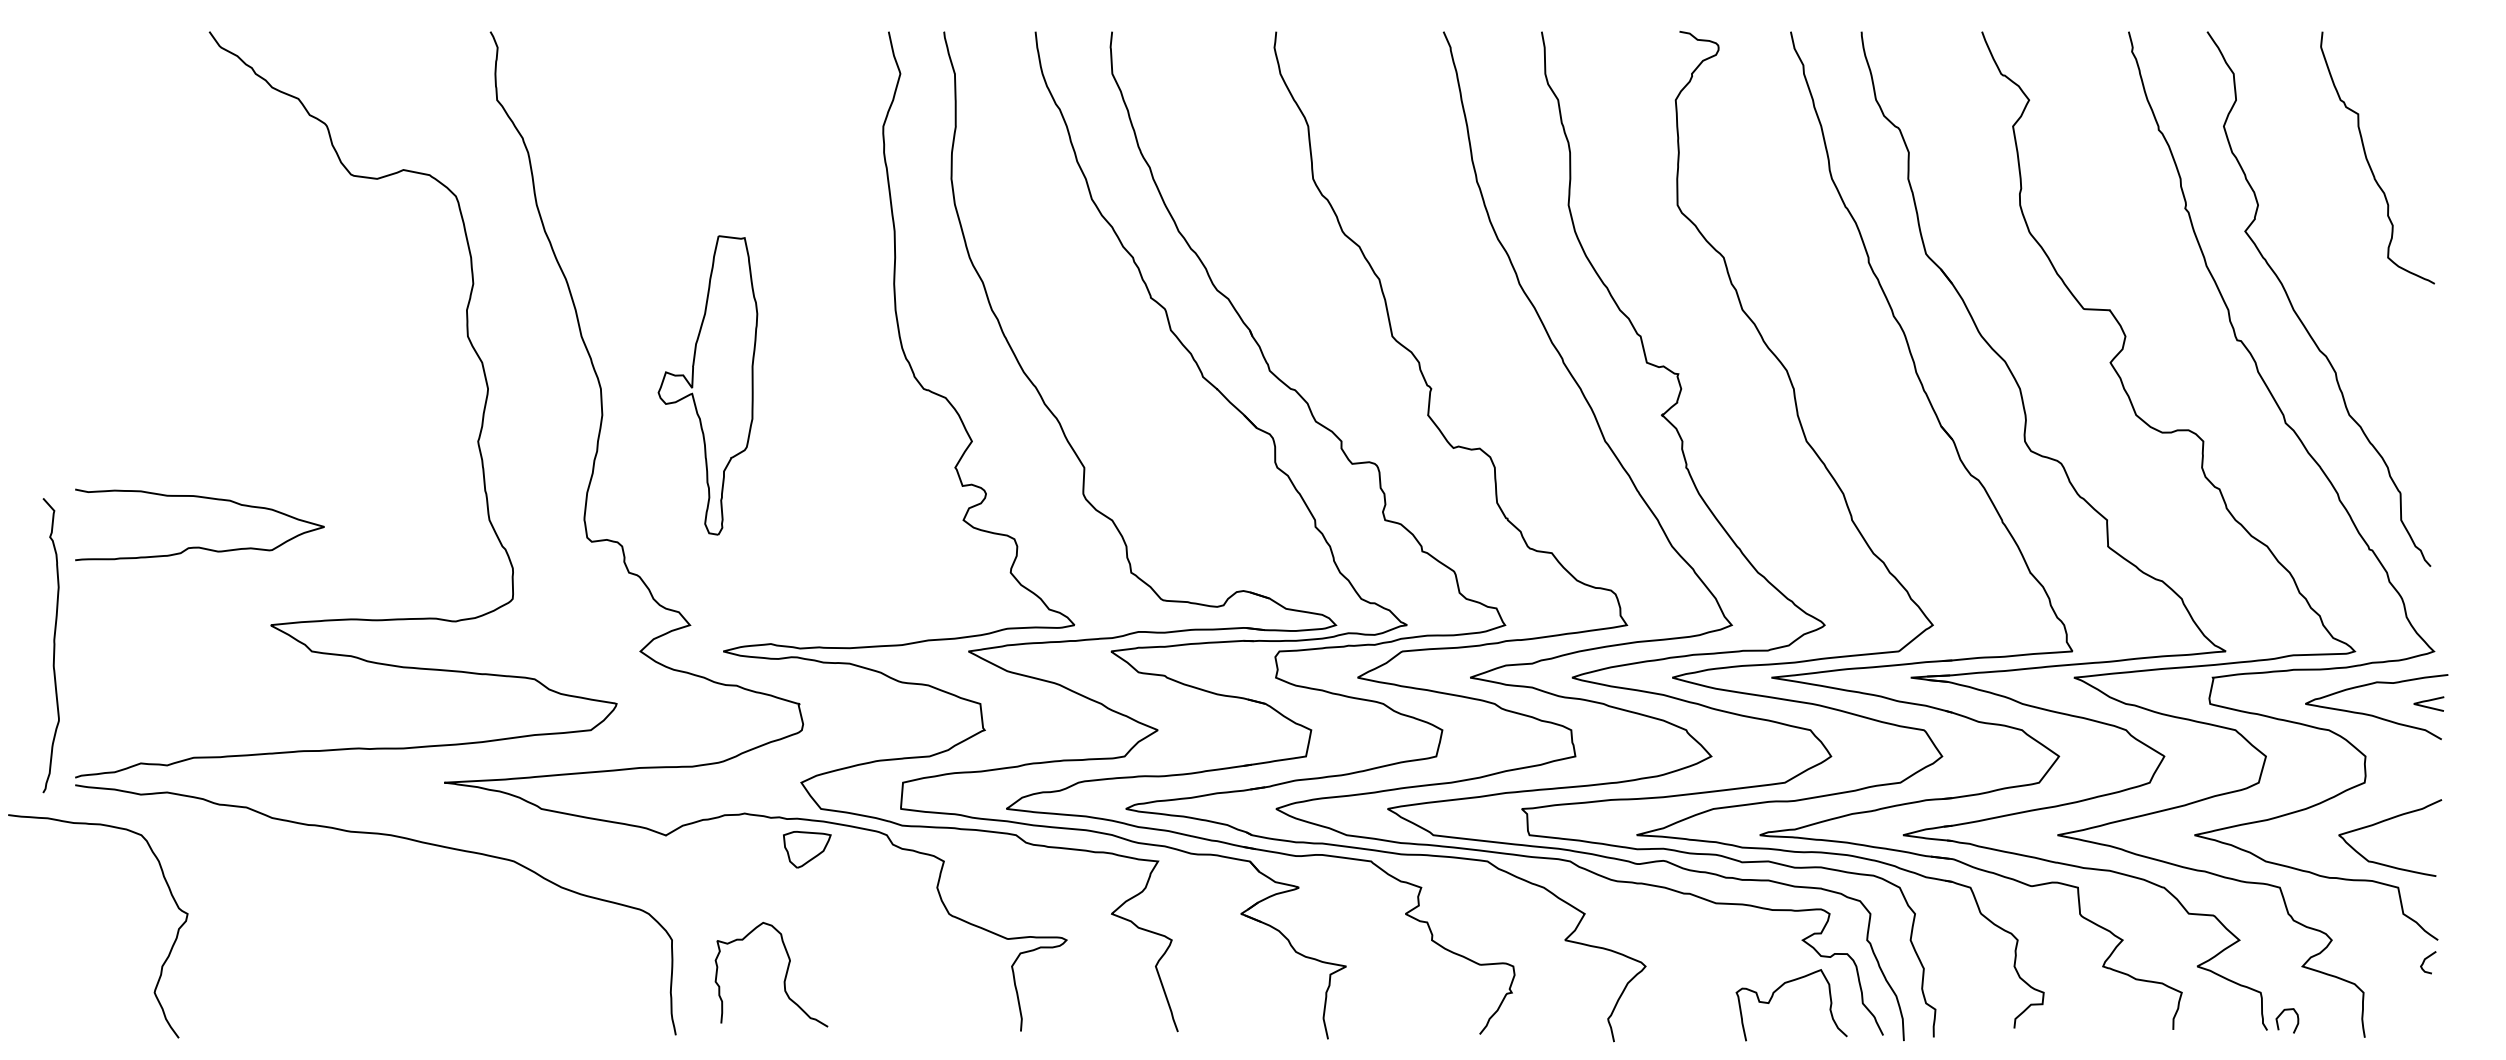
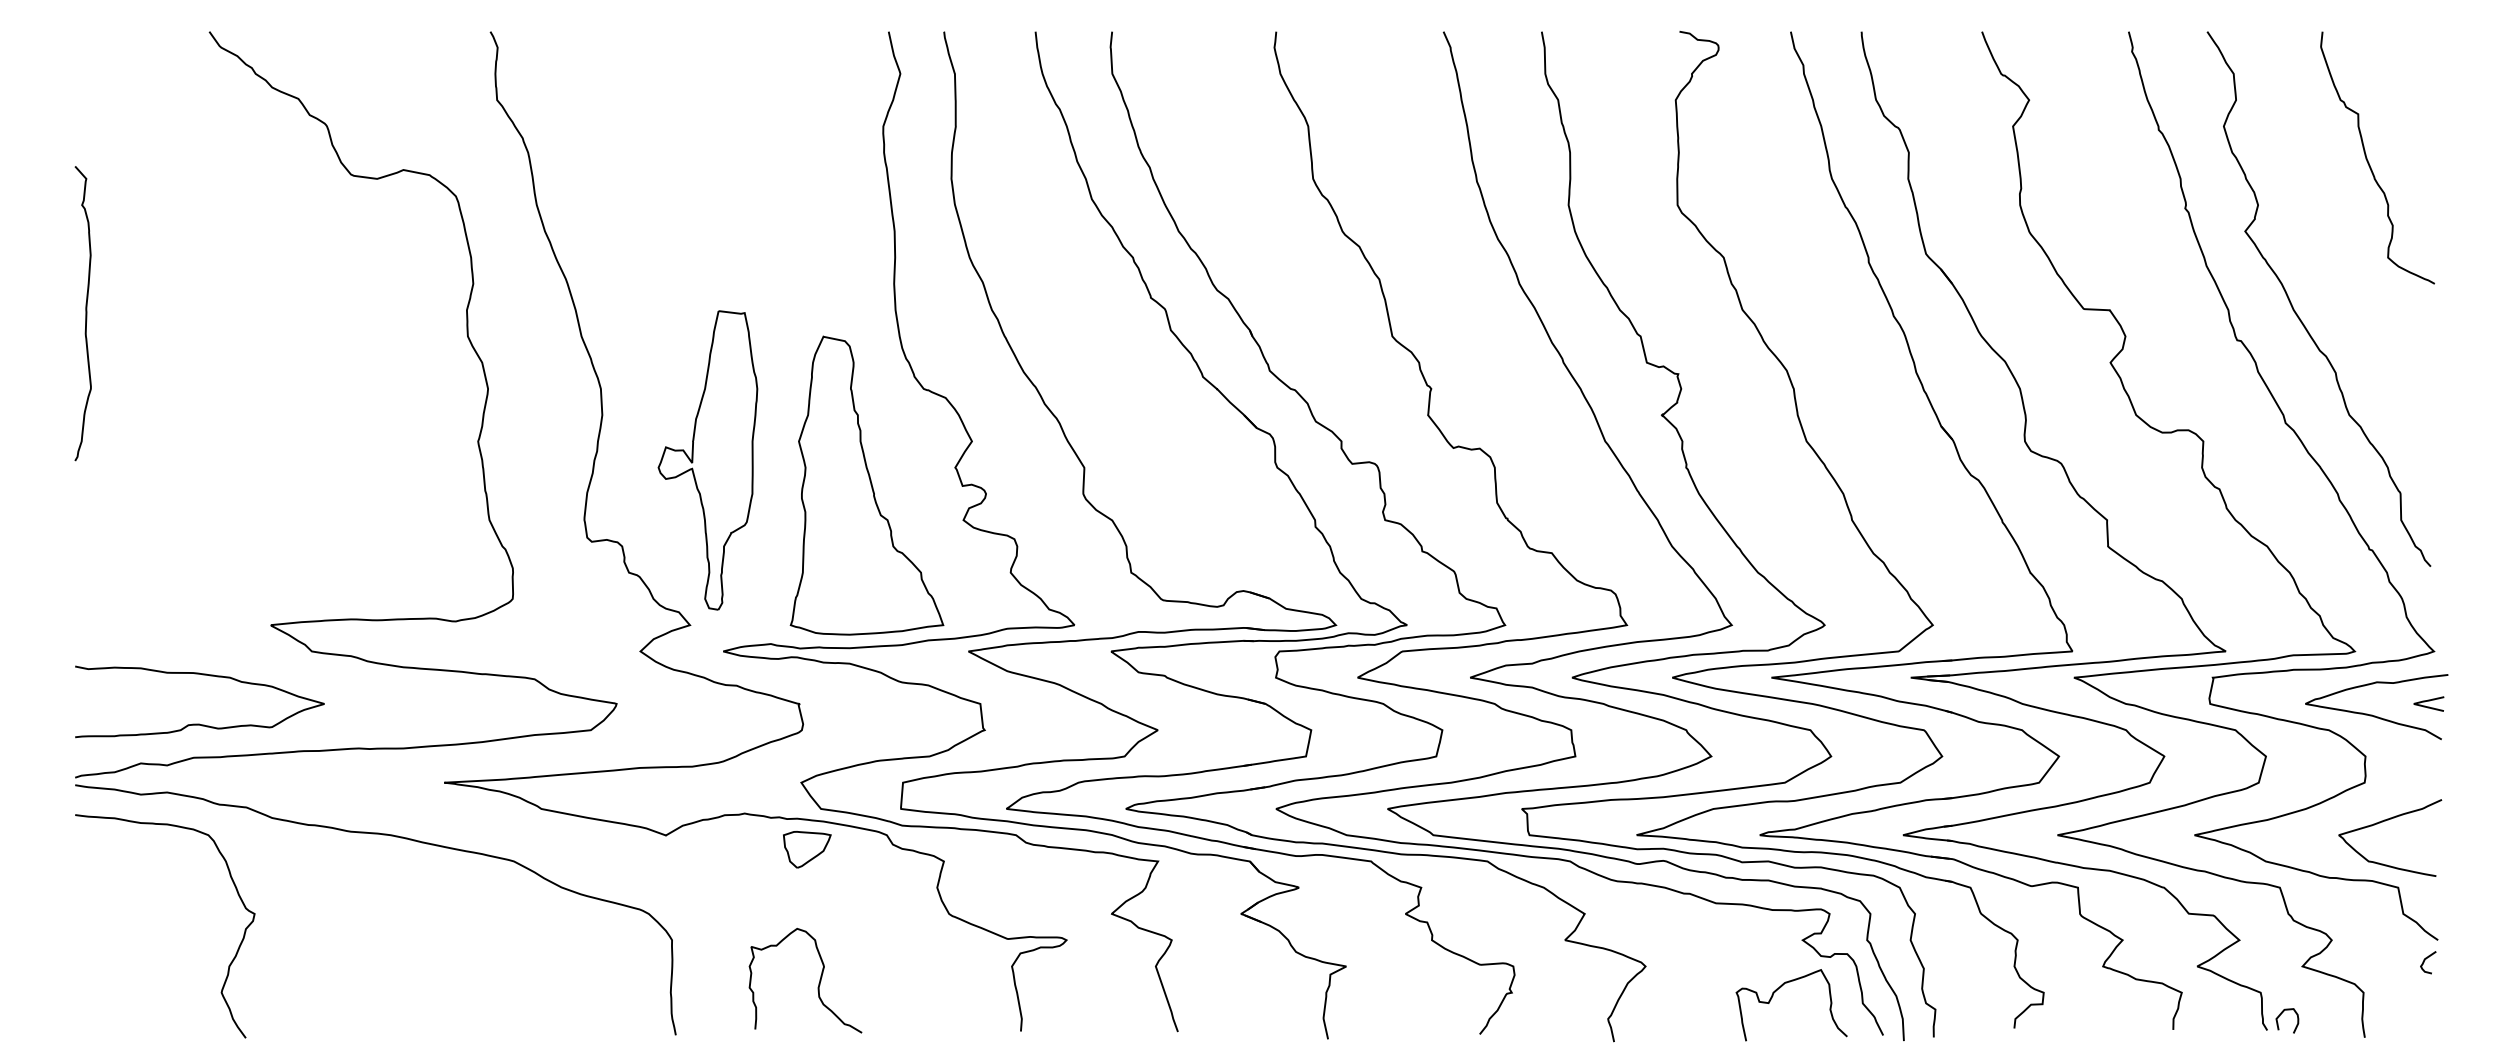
part at (707, 385) position: (707, 385) -> (707, 460)
part at (866, 485): none -> present
curve at (199, 546) position: (199, 546) -> (199, 723)
curve at (53, 645) position: (53, 645) -> (85, 313)
curve at (161, 965) position: (161, 965) -> (228, 965)
curve at (784, 977) position: (784, 977) -> (818, 983)
